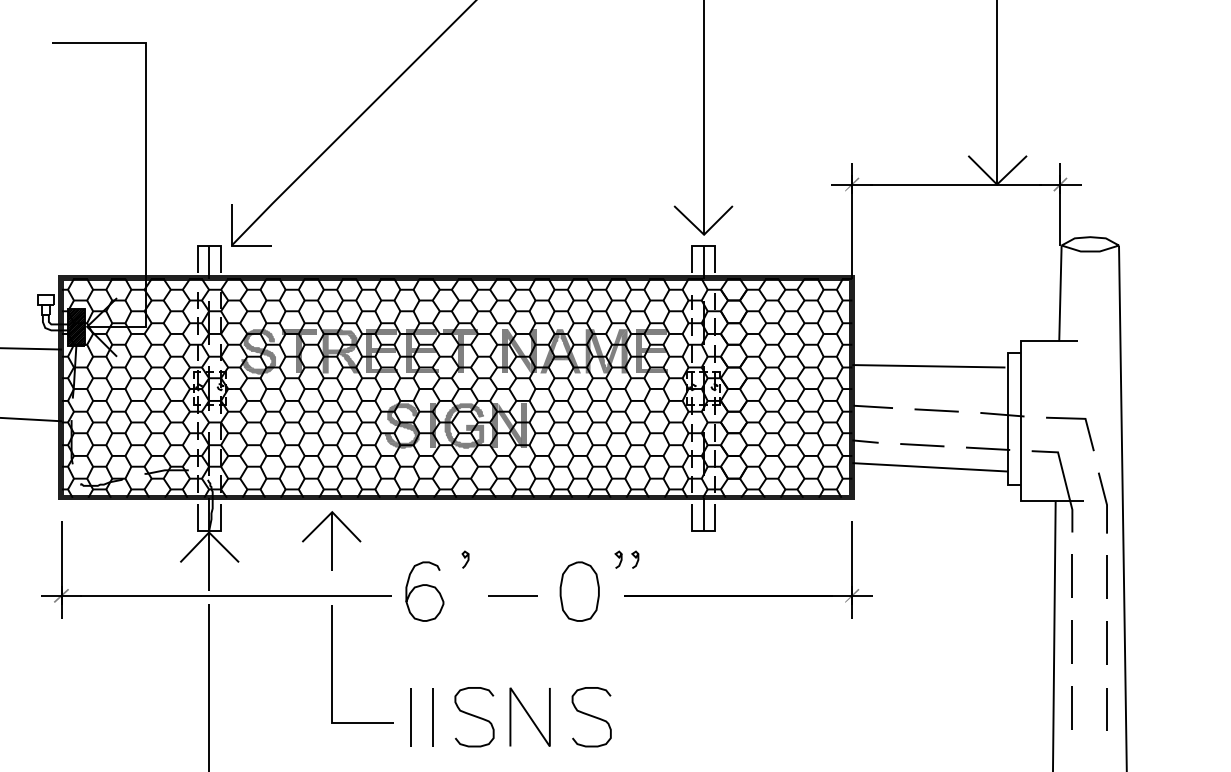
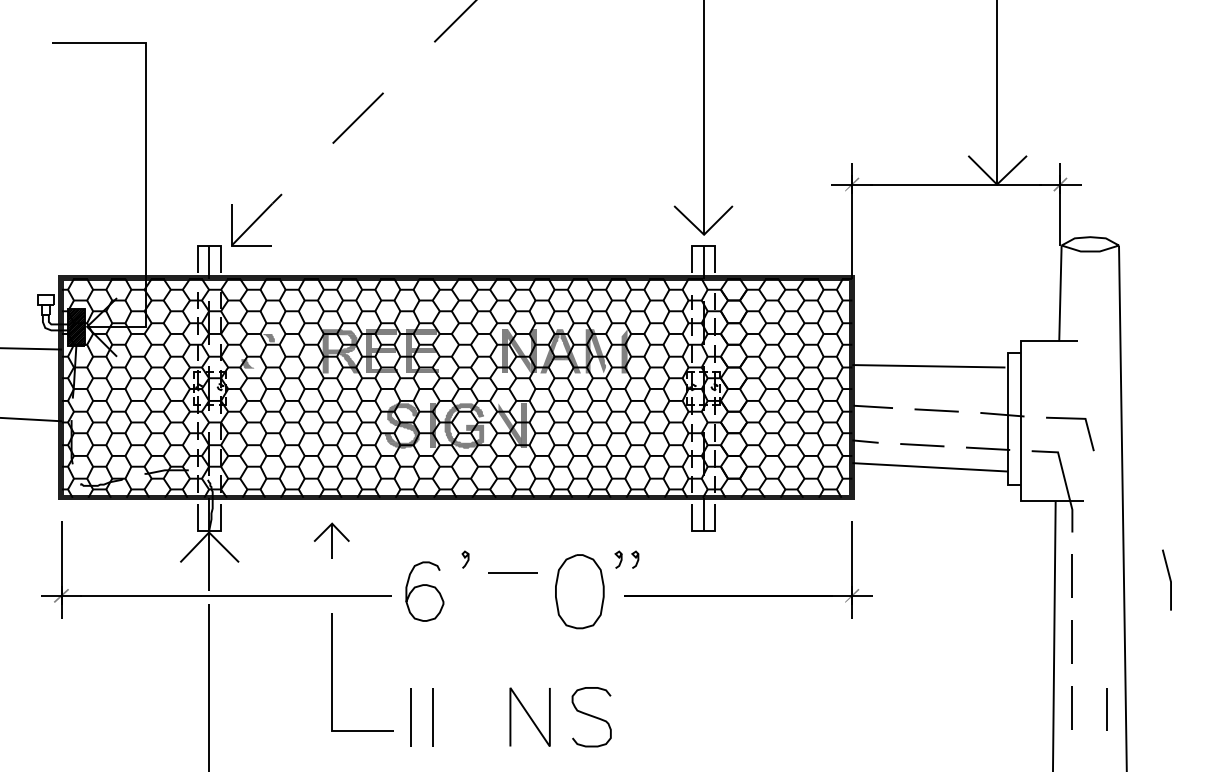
line at (353, 123): solid -> dashed
fill at (259, 351): present -> none
fill at (299, 351): present -> none
fill at (460, 351): present -> none
fill at (615, 351): present -> none
fill at (651, 351): present -> none
fill at (495, 425): present -> none
line at (1105, 502) position: (1105, 502) -> (1169, 579)
part at (331, 540) size: 60x60 px -> 37x37 px
line at (1106, 576): present -> none
part at (579, 591) size: 41x61 px -> 50x76 px
line at (512, 595) position: (512, 595) -> (512, 572)
line at (1106, 642): present -> none
line at (332, 664) position: (332, 664) -> (332, 672)
curve at (474, 716): present -> none
